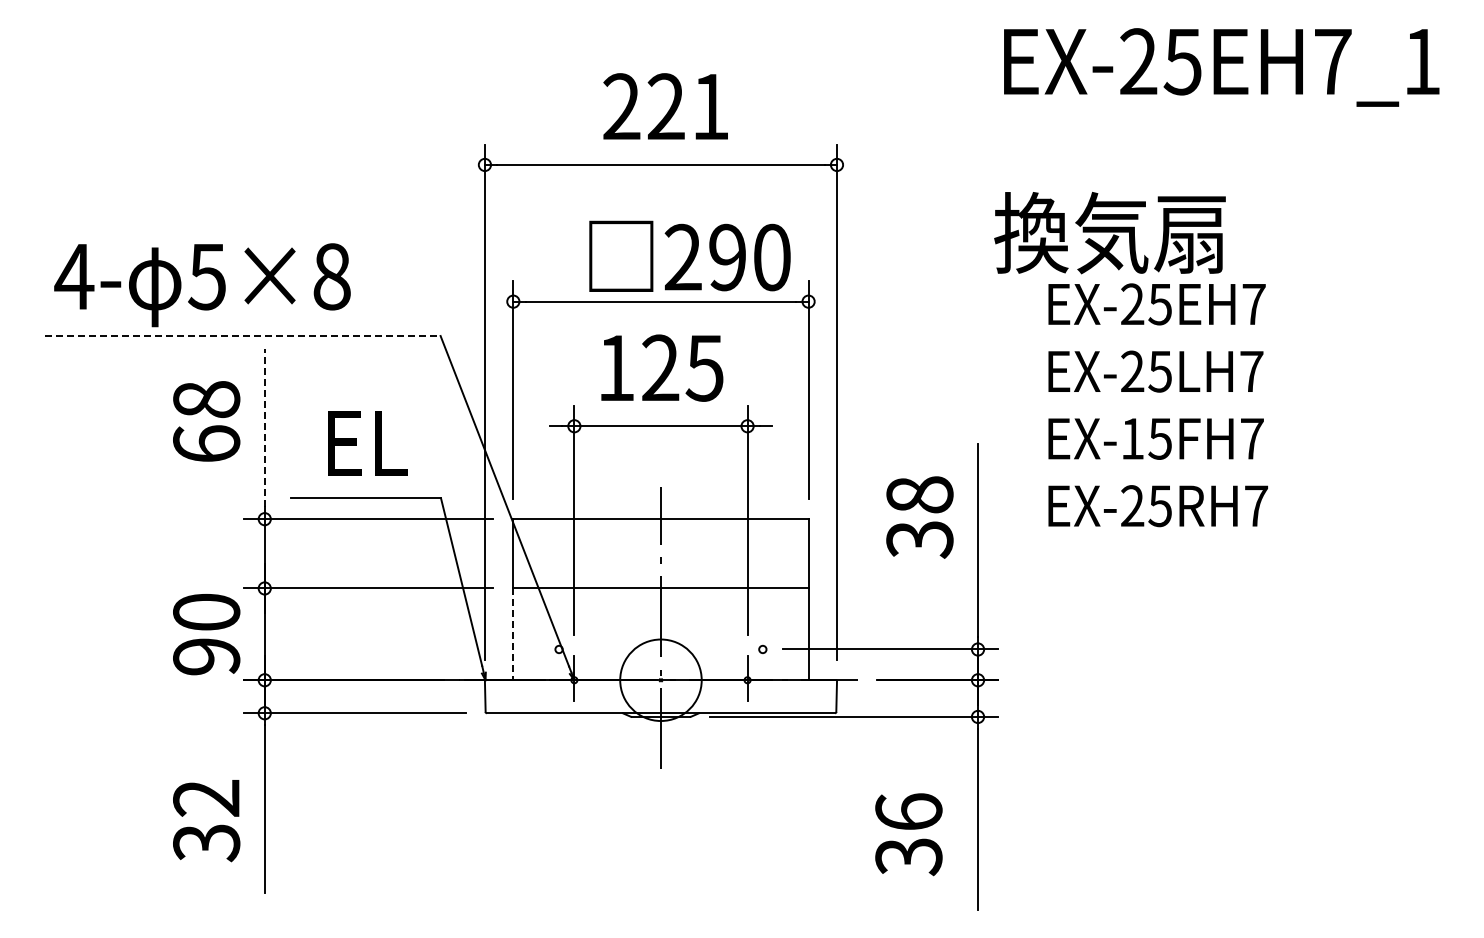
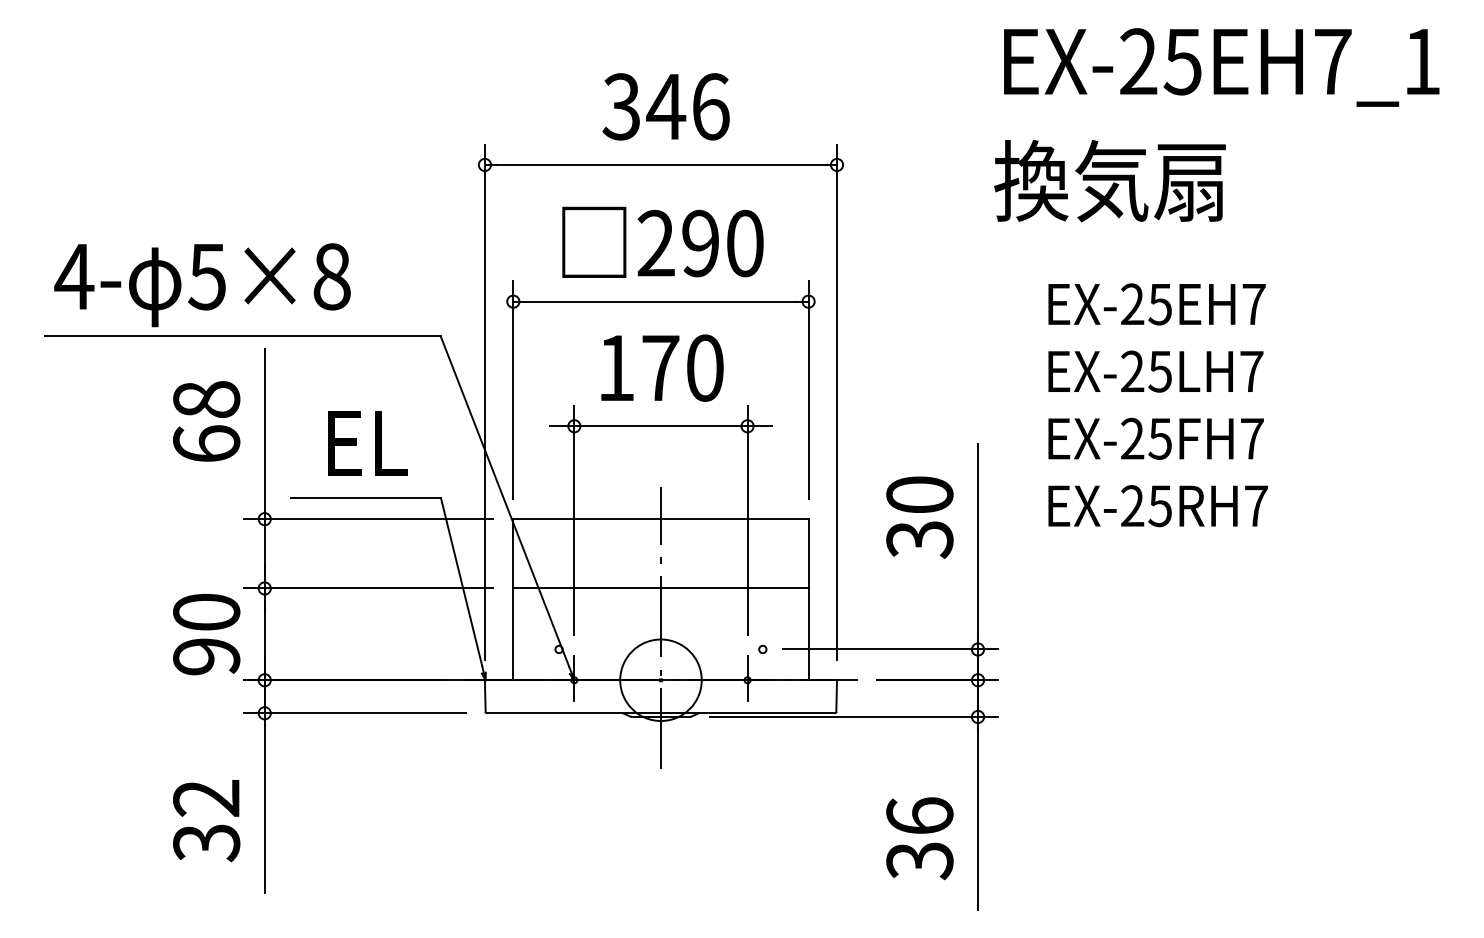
text at (665, 106): 221 -> 346
text at (1109, 233) position: (1109, 233) -> (1109, 181)
text at (689, 255) position: (689, 255) -> (662, 241)
line at (243, 336): dashed -> solid
text at (682, 367): 125 -> 170
line at (264, 427): dashed -> solid
text at (1132, 438): EX-15FH7 -> EX-25FH7
text at (919, 494): 38 -> 30
line at (513, 634): dashed -> solid
text at (908, 834) position: (908, 834) -> (919, 838)
